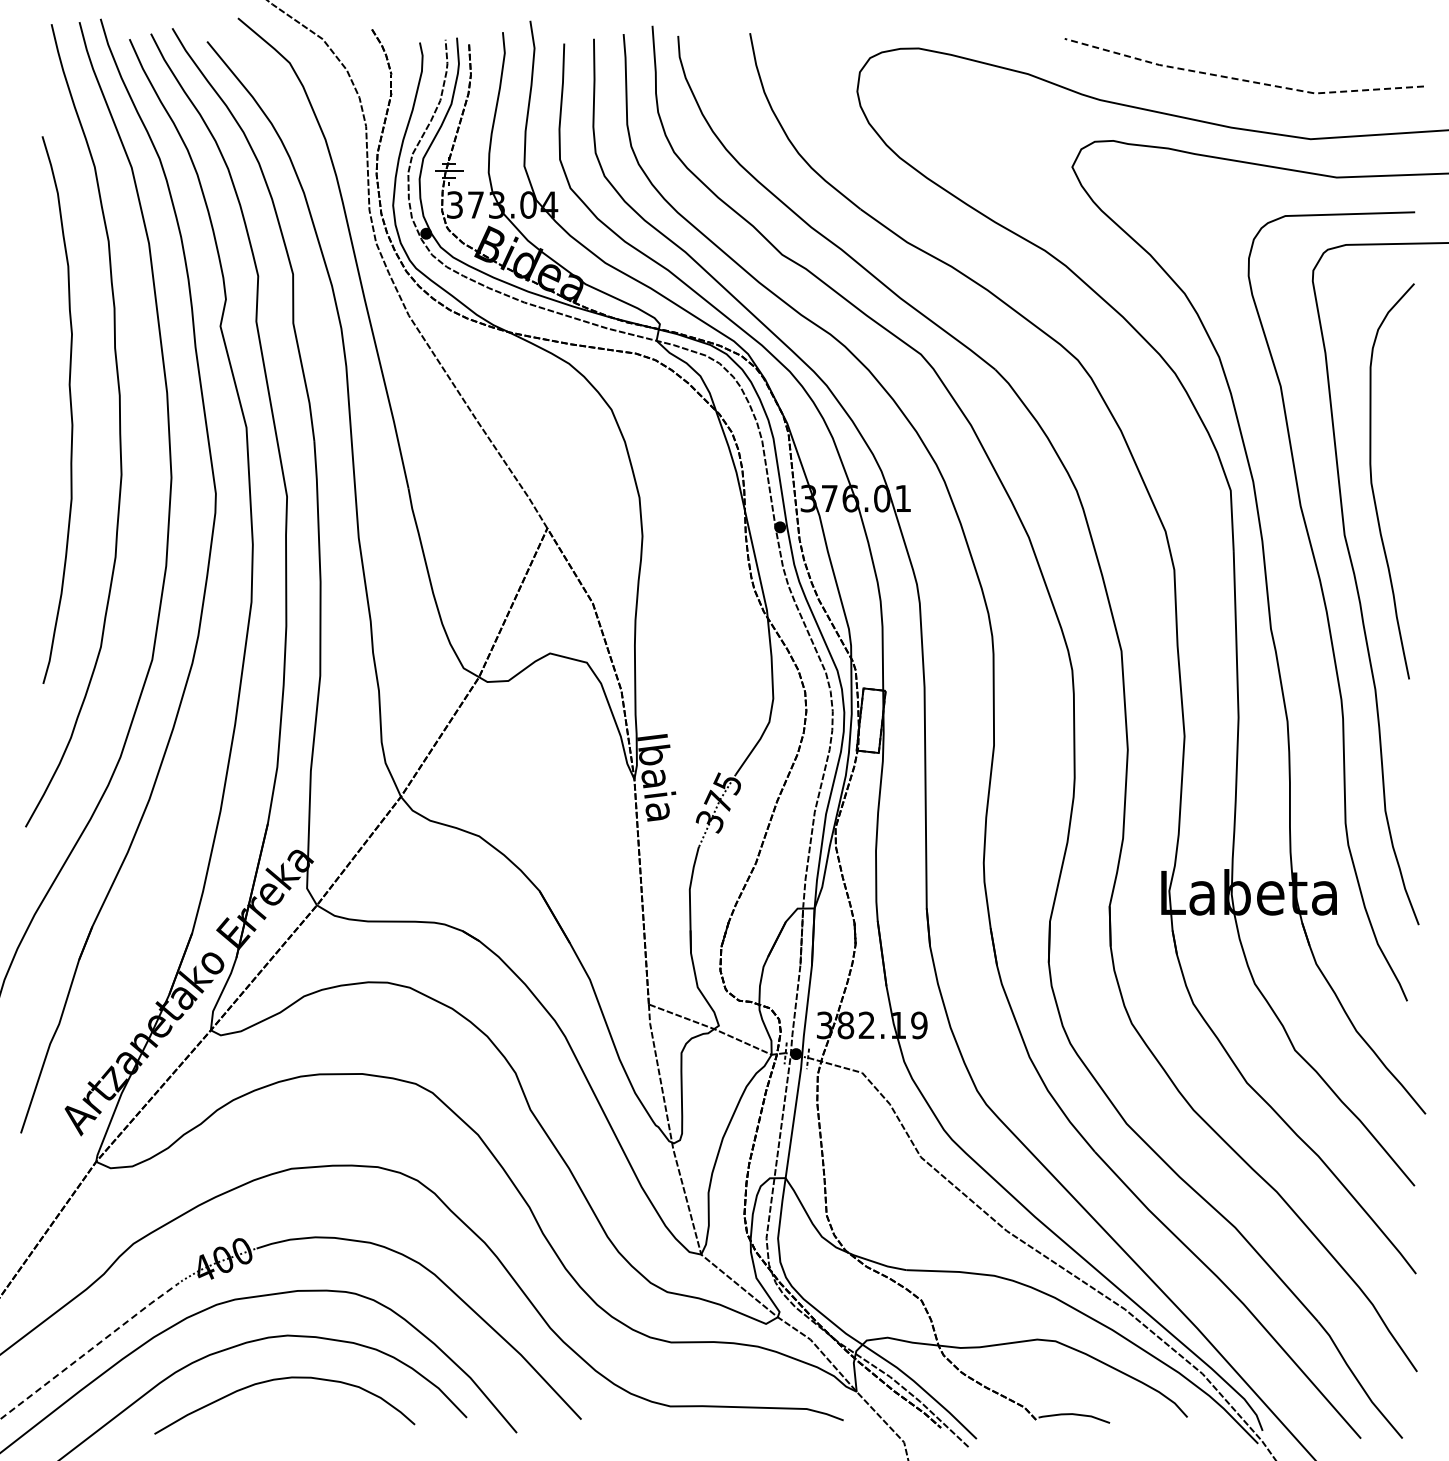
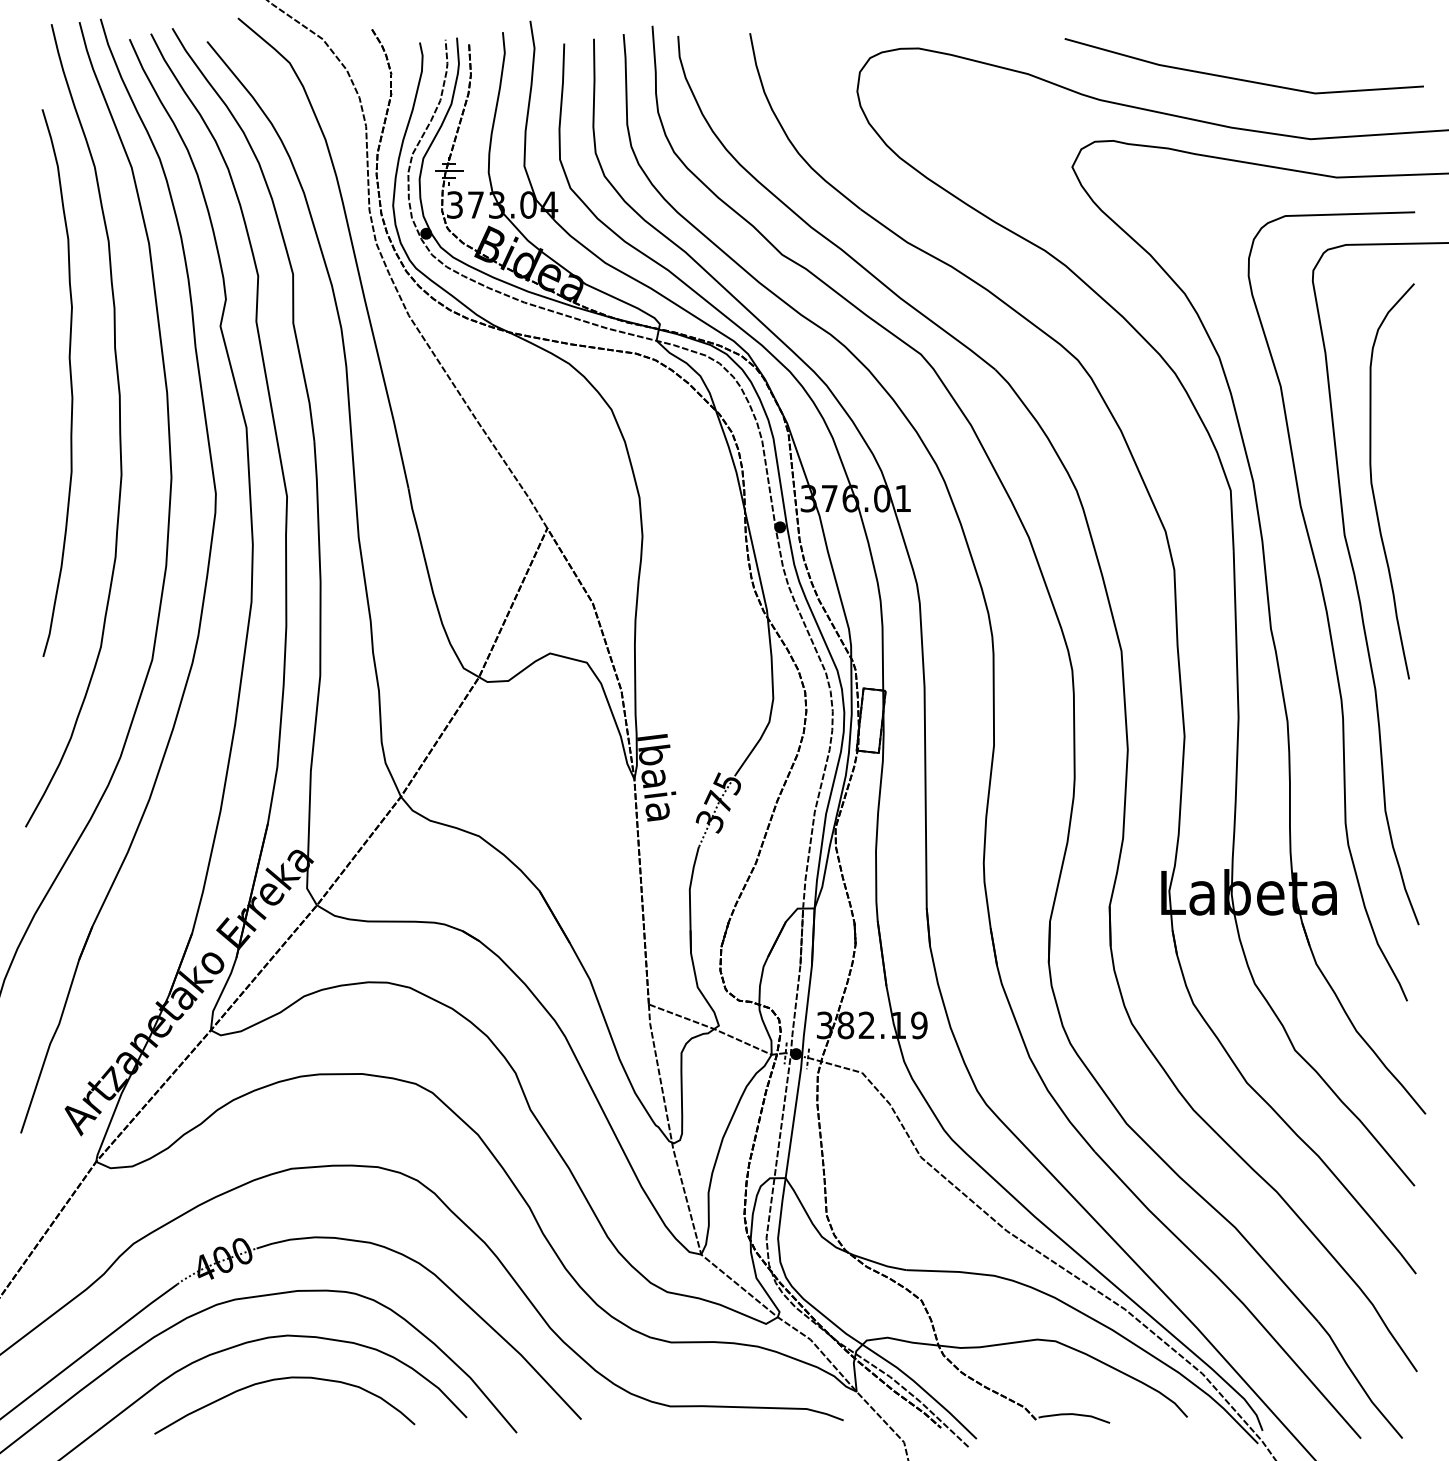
line at (1241, 80): dashed -> solid
curve at (70, 409) position: (70, 409) -> (70, 382)
line at (89, 1350): dashed -> solid
